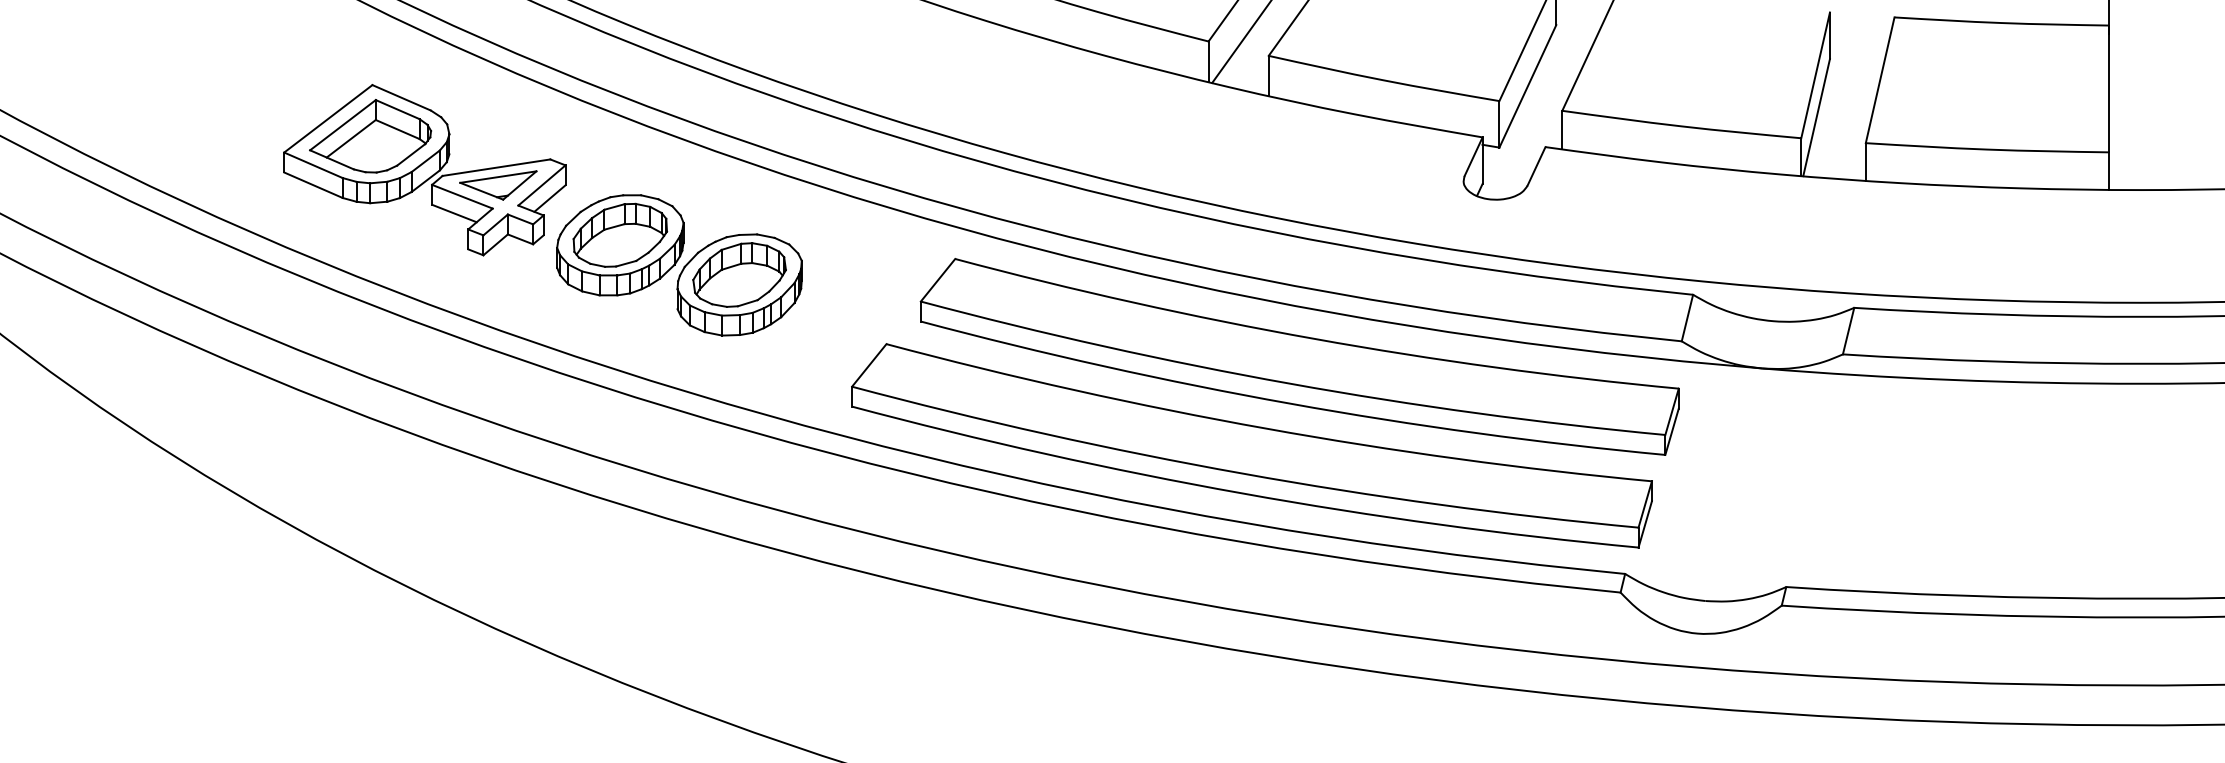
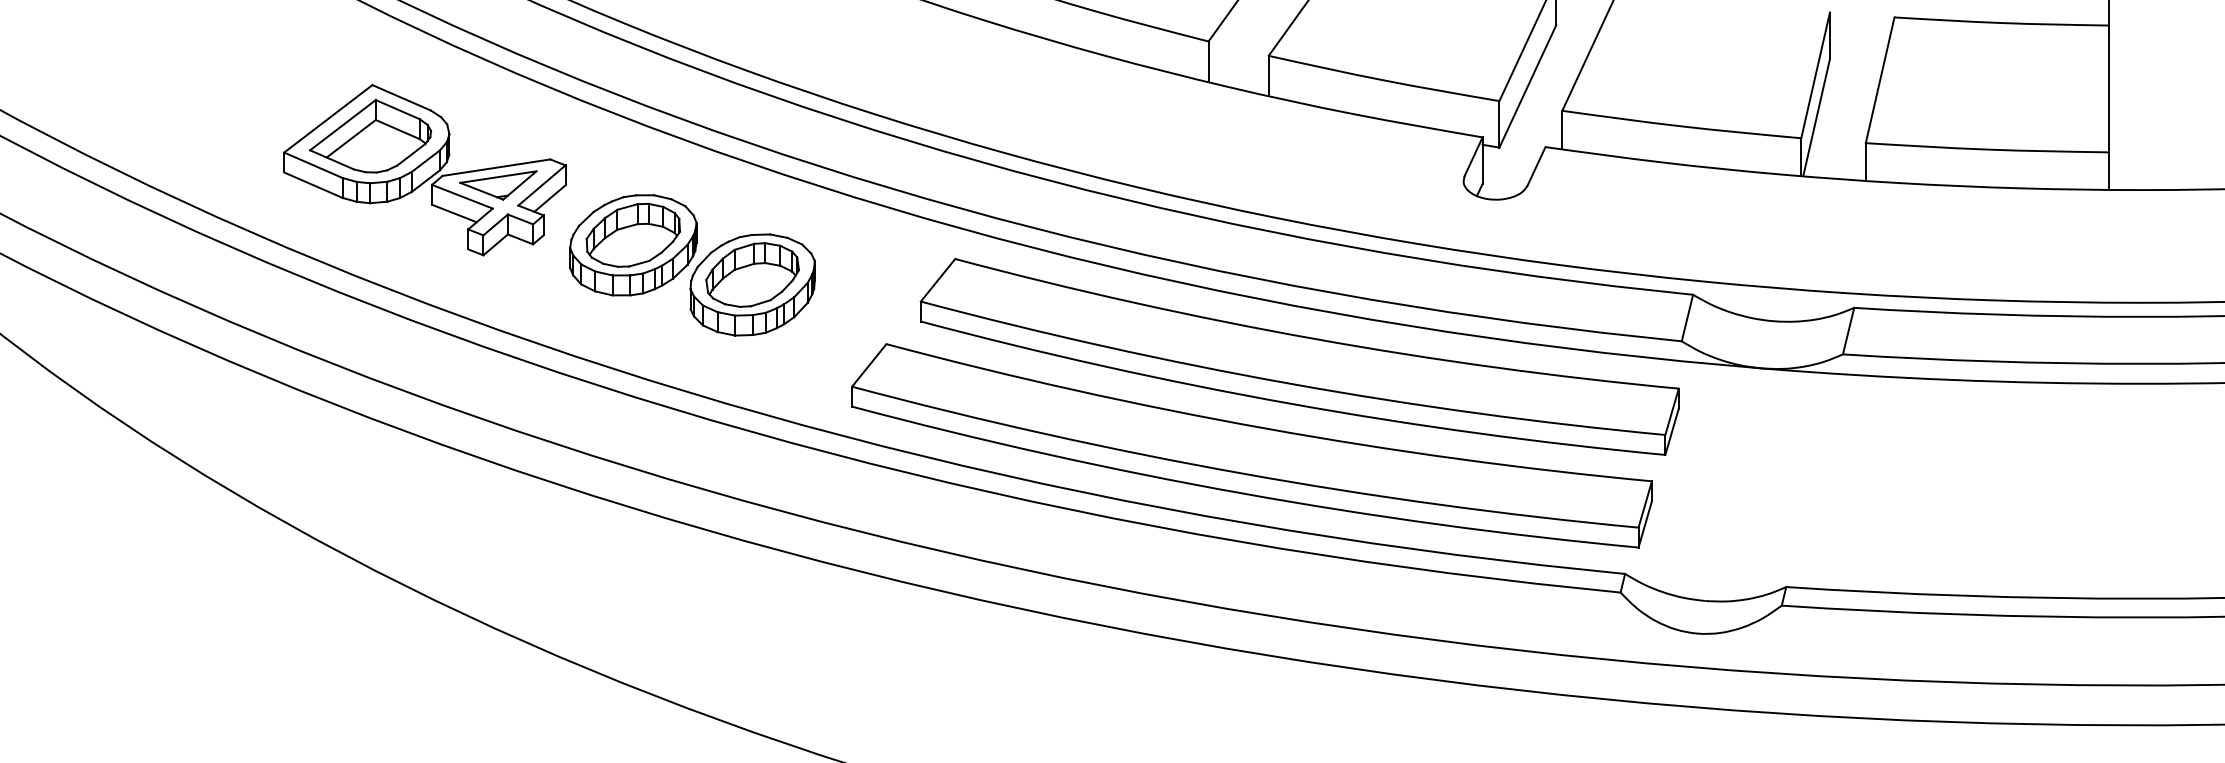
line at (1240, 42): present -> none
part at (679, 265) position: (679, 265) -> (692, 265)
